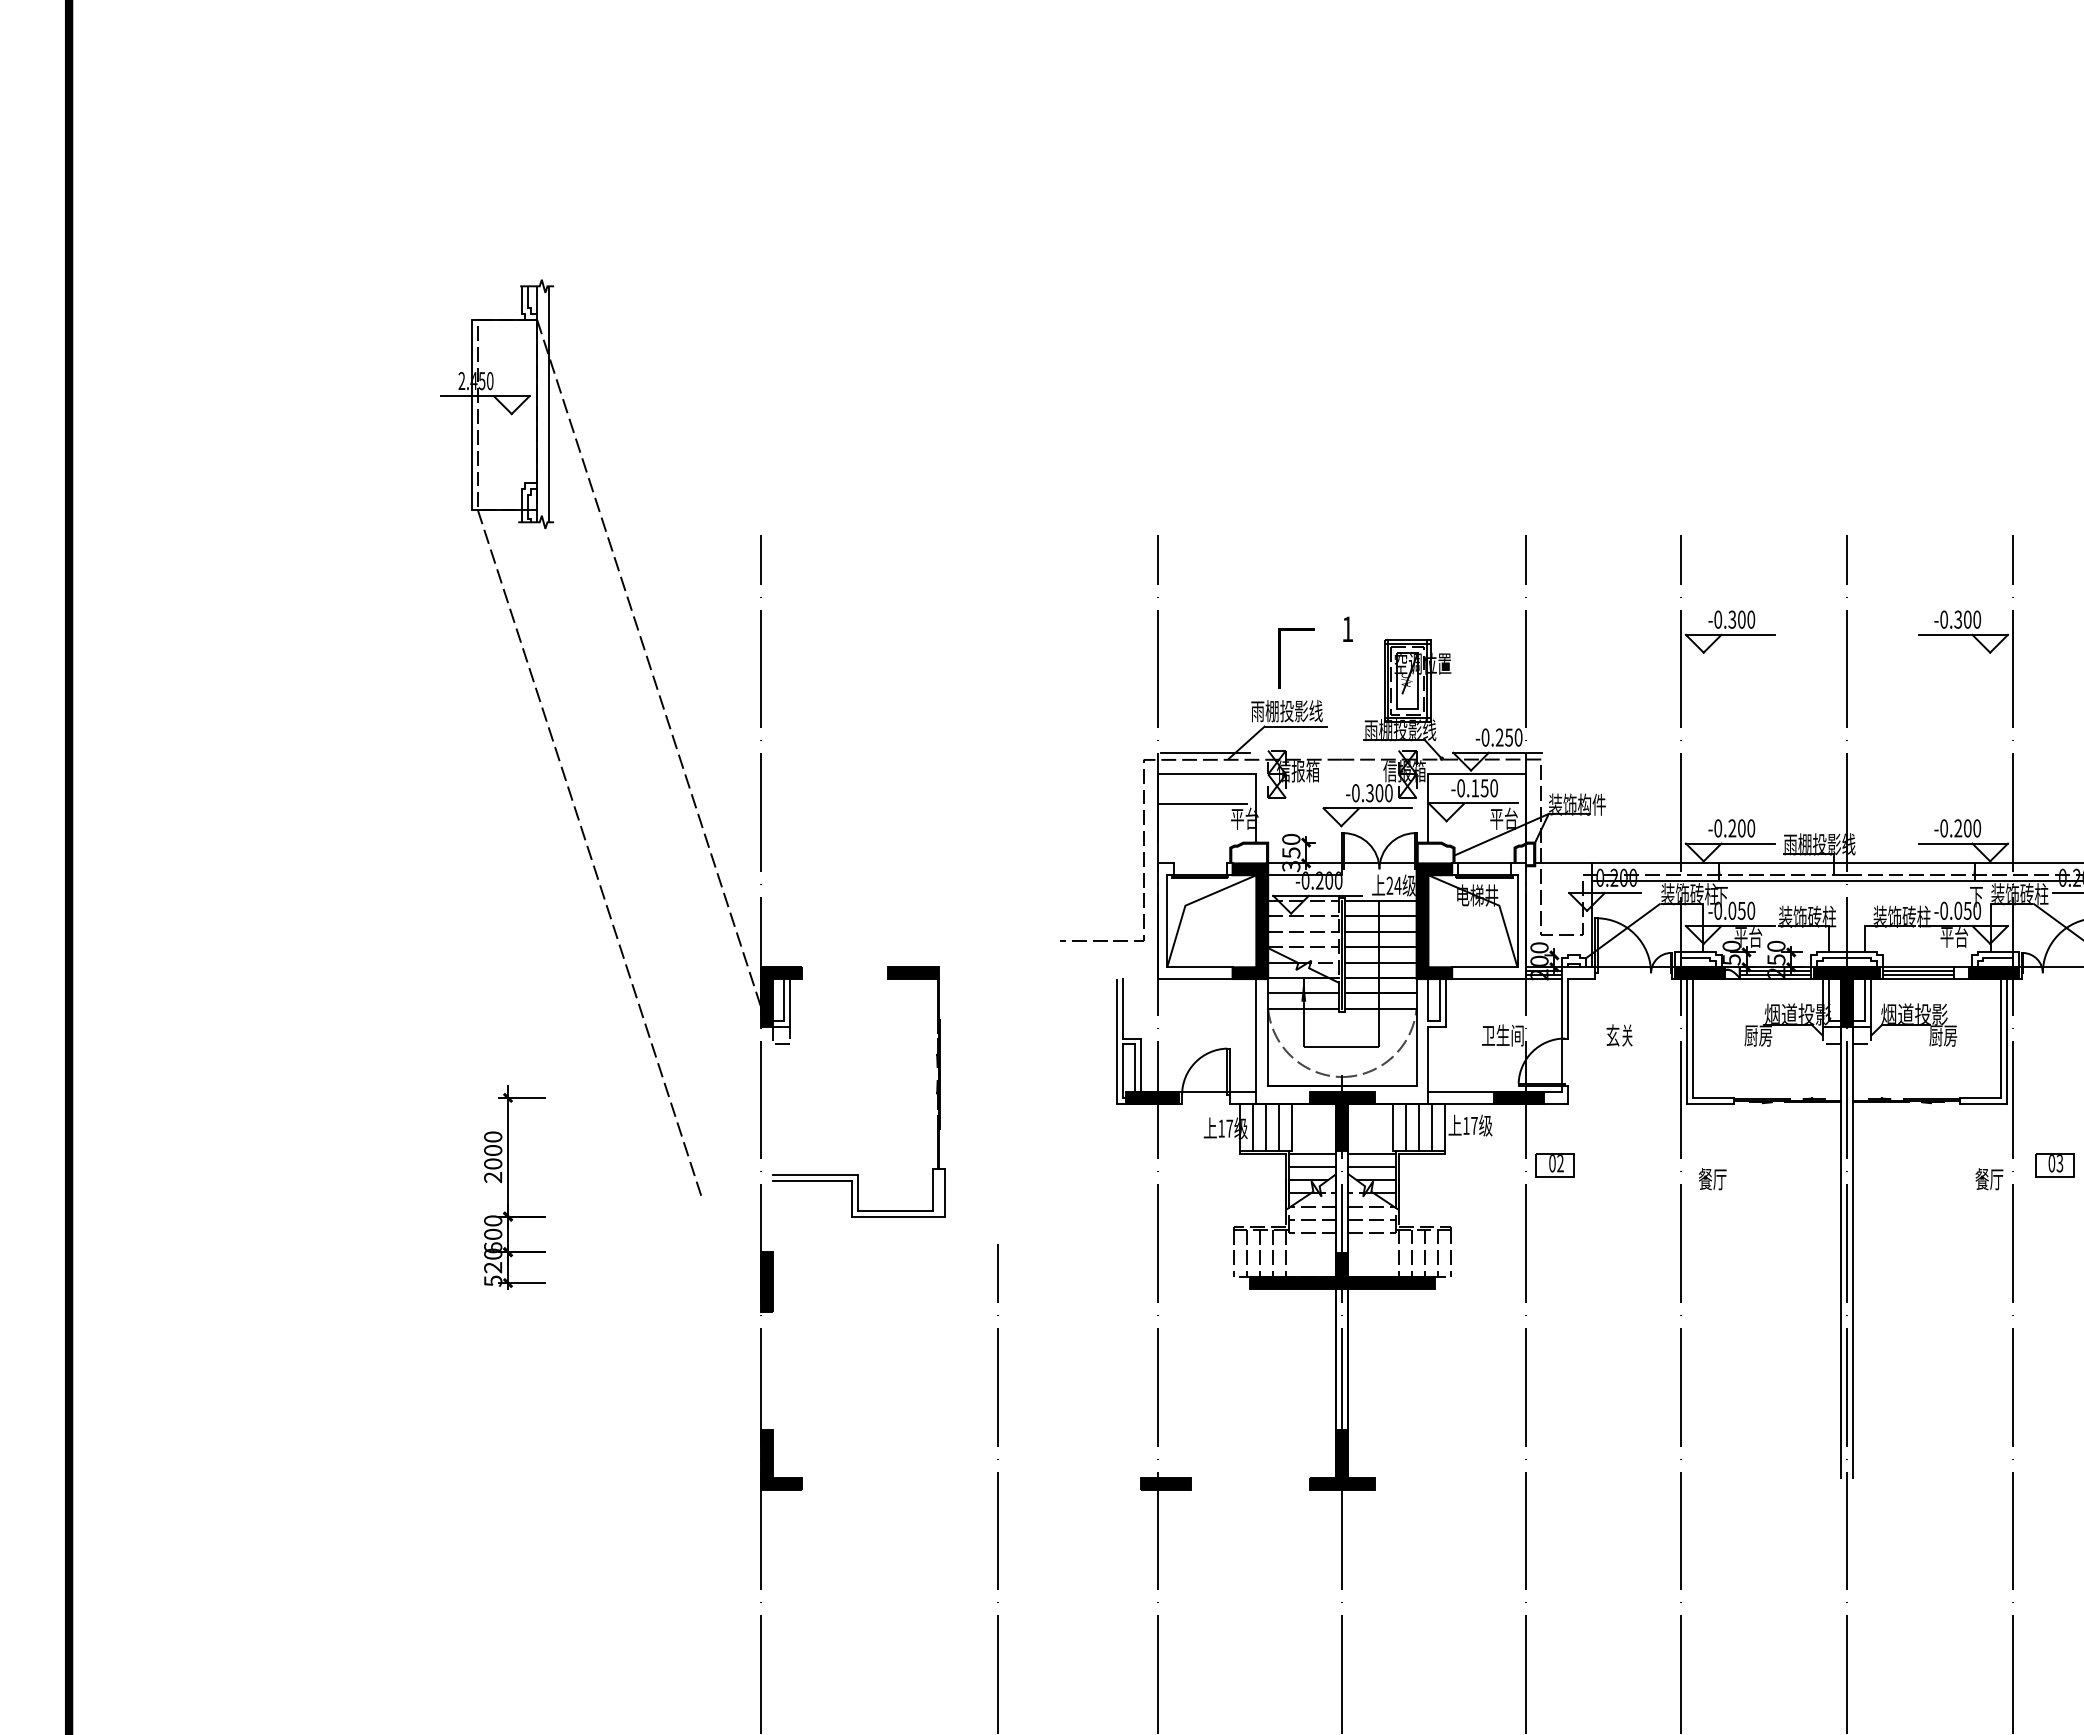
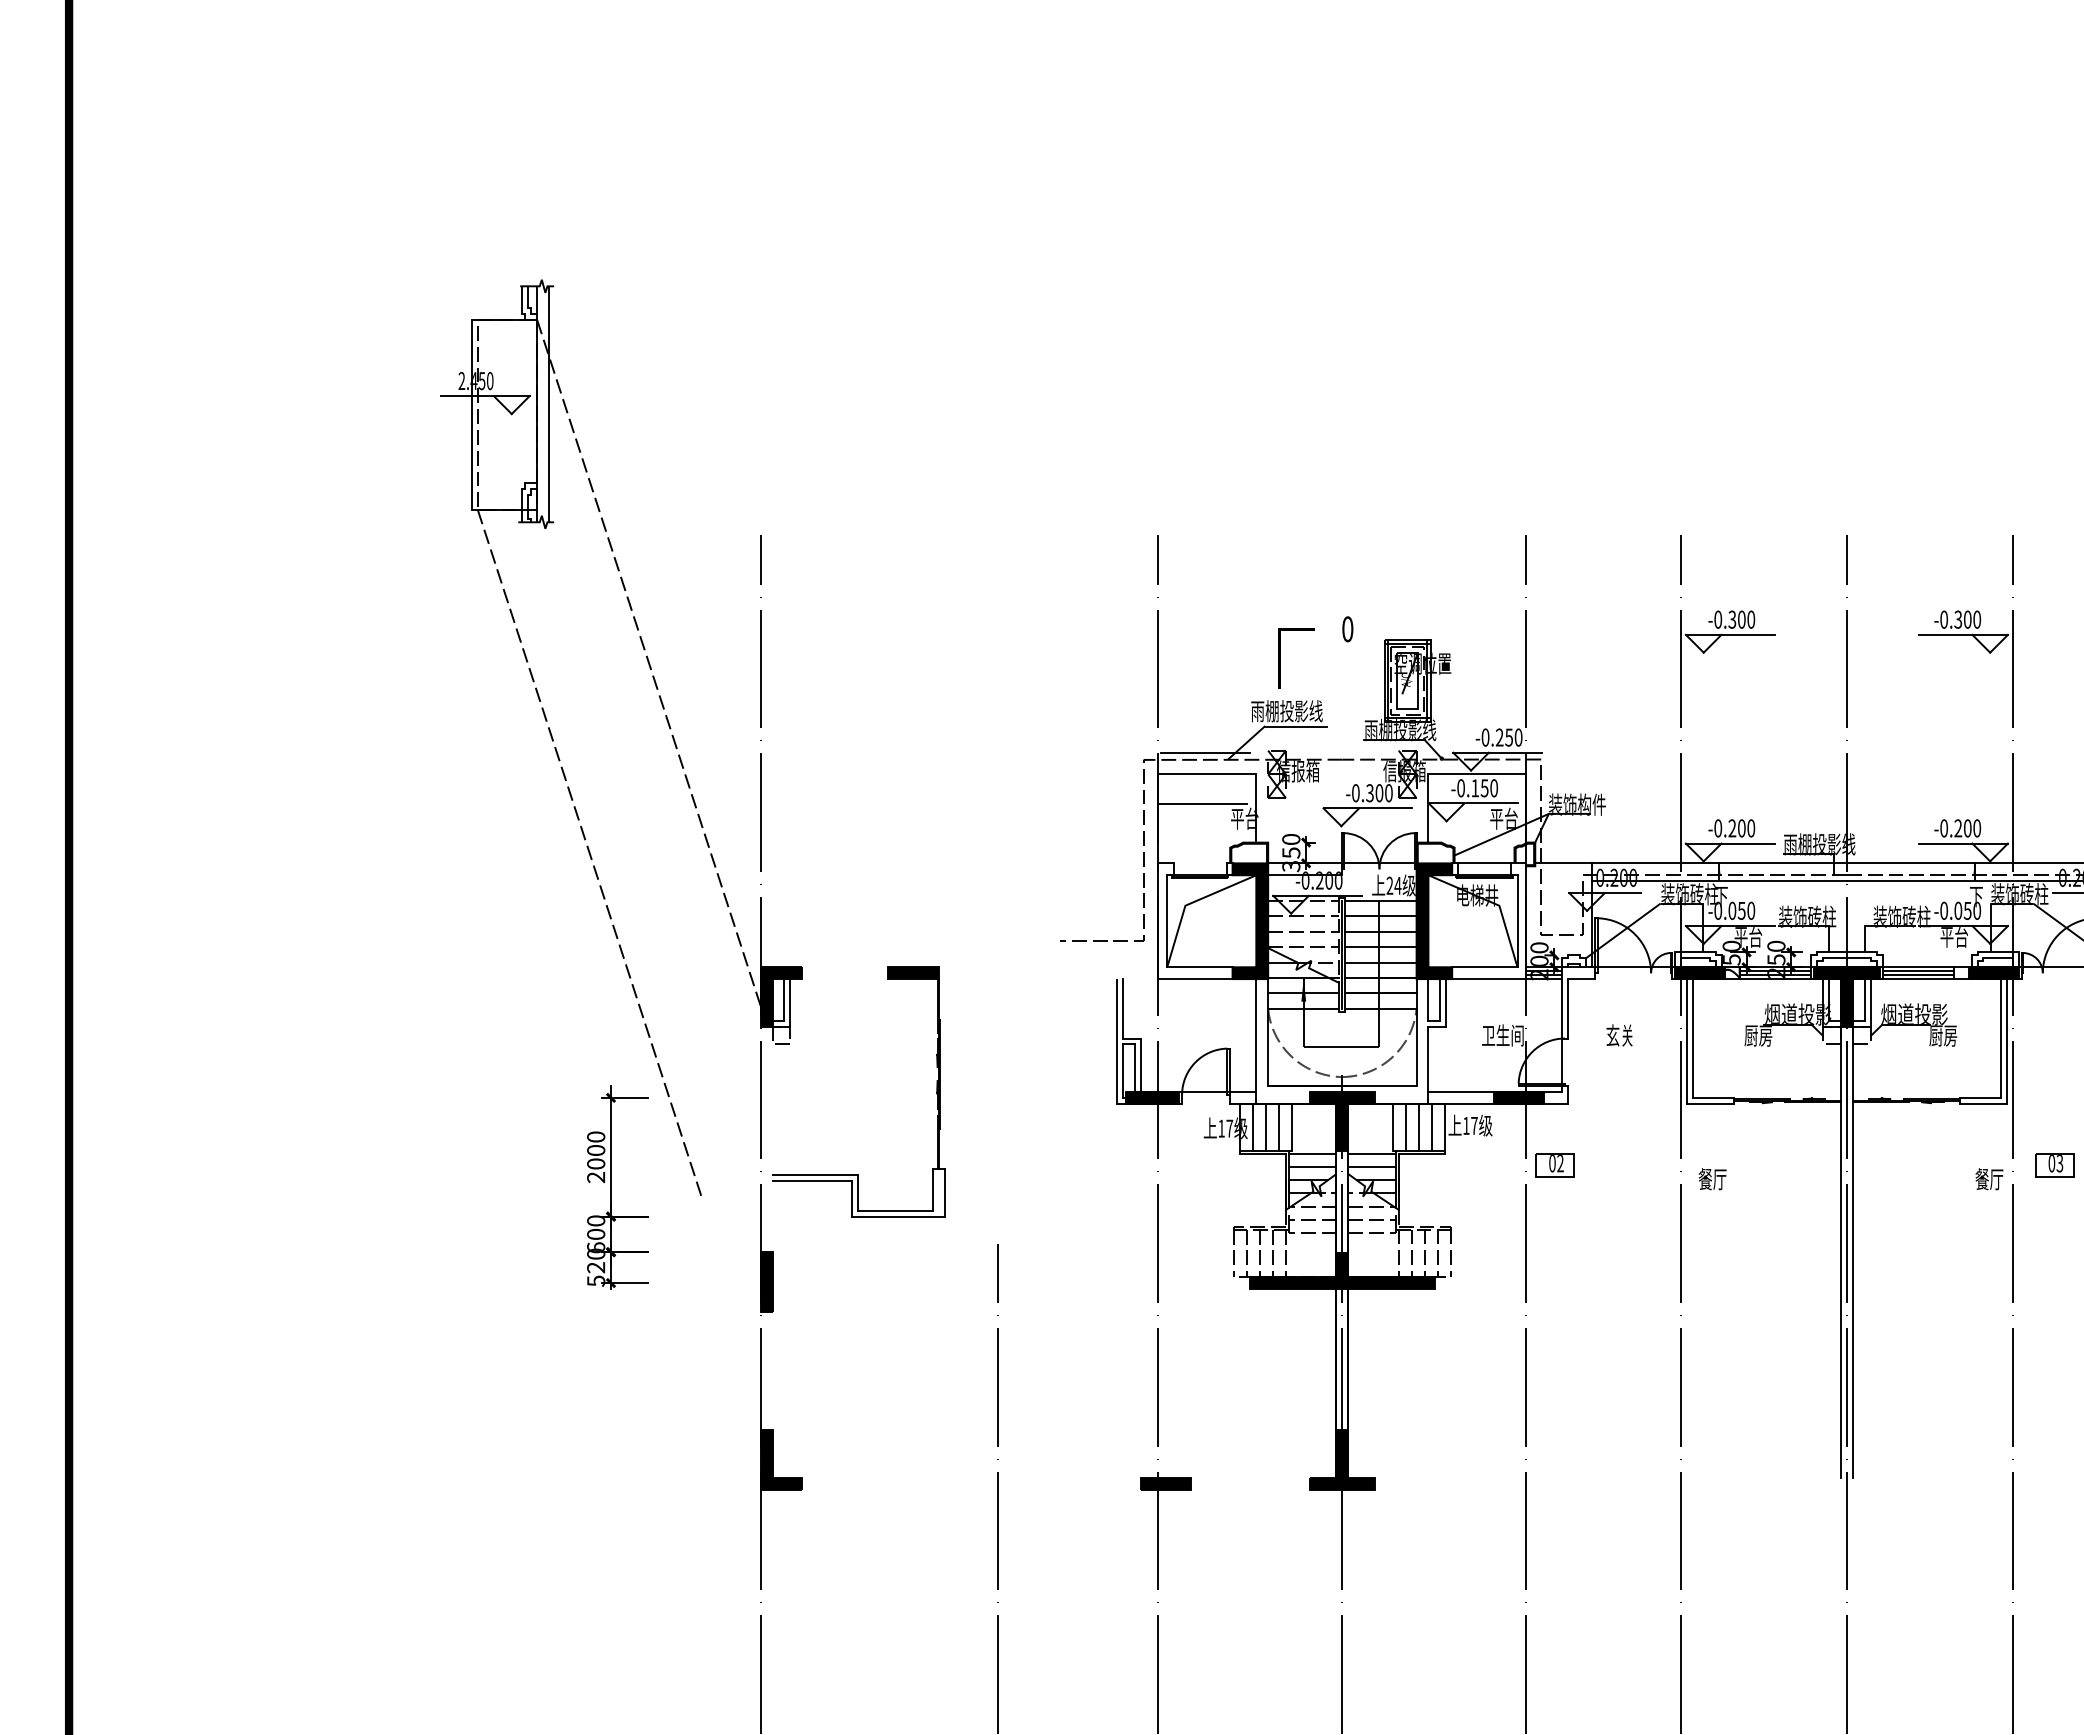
text at (1347, 629): 1 -> 0
part at (514, 1187) position: (514, 1187) -> (617, 1187)
